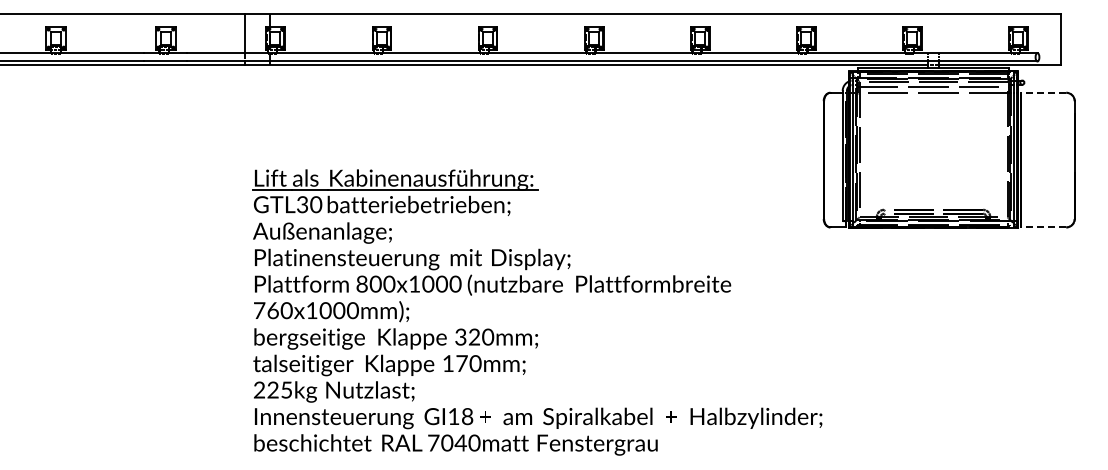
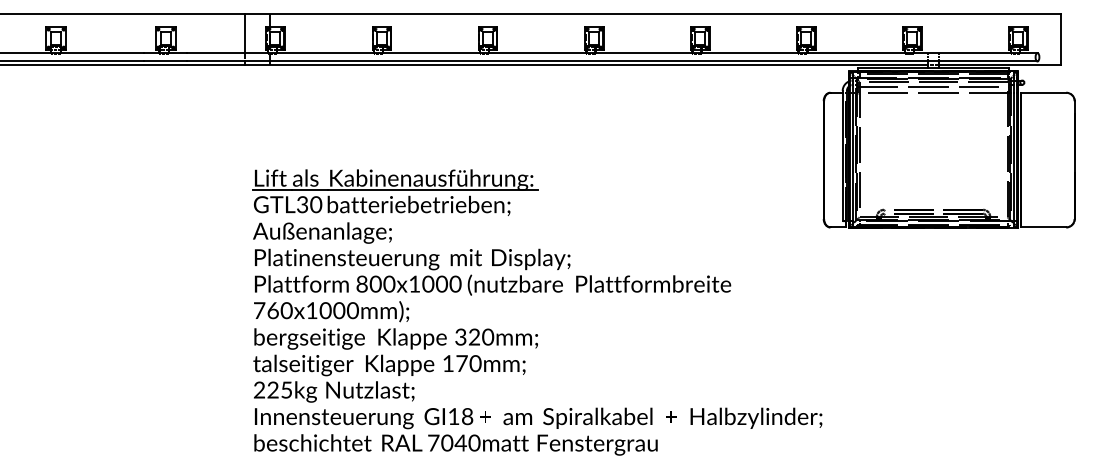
line at (1043, 92): dashed -> solid
line at (1043, 227): dashed -> solid
